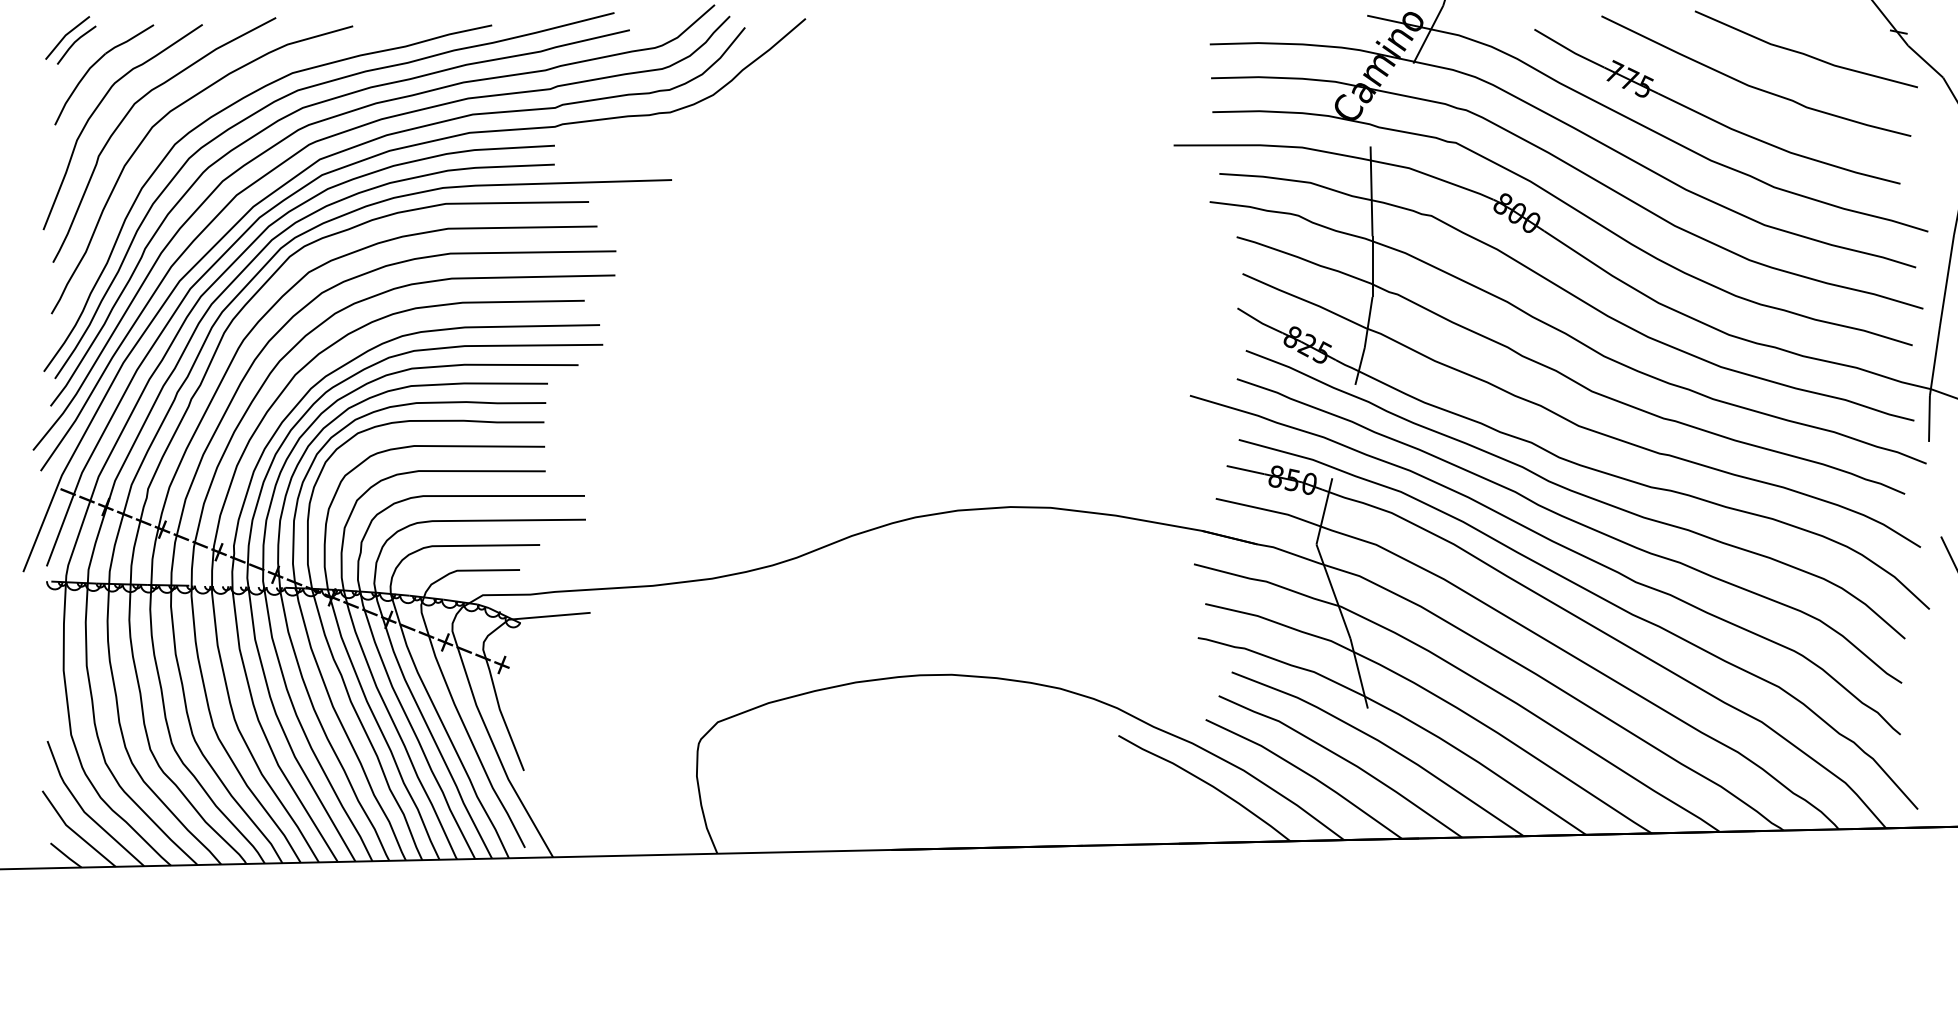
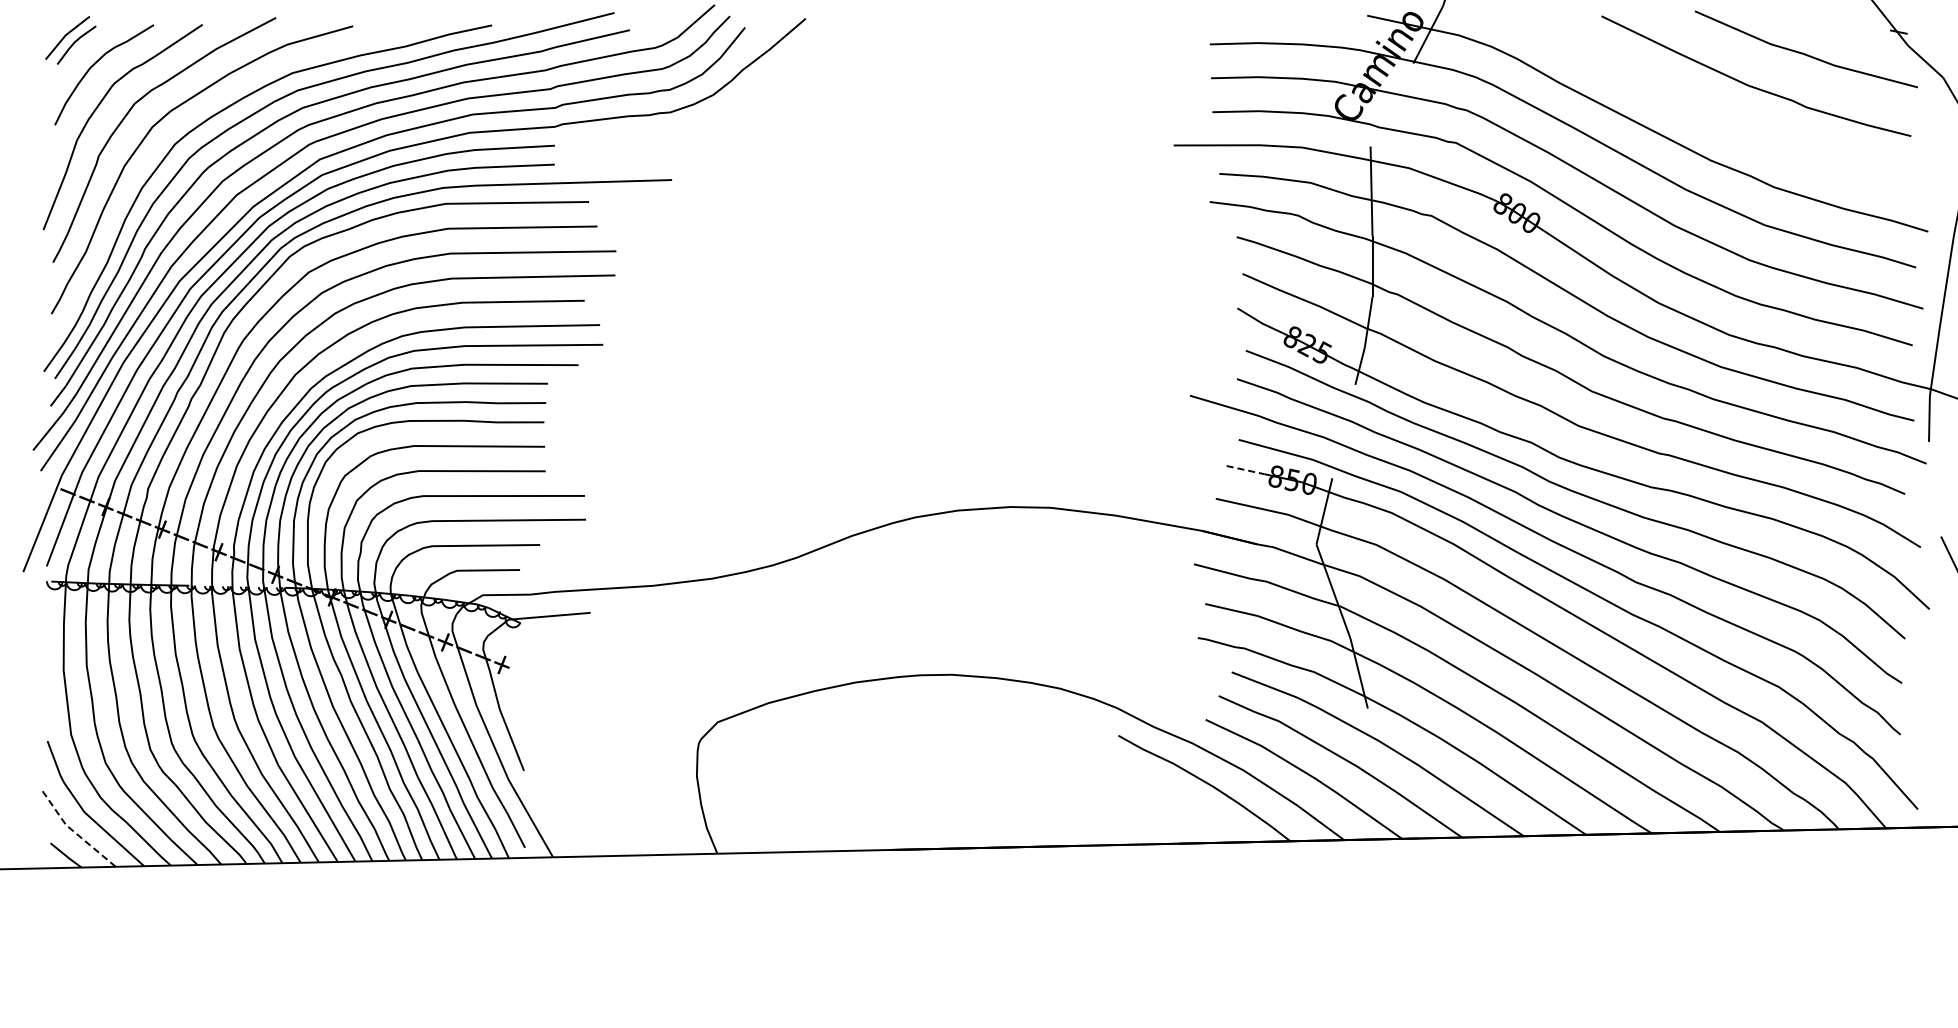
part at (1712, 118): present -> none
line at (1246, 470): solid -> dashed
line at (74, 832): solid -> dashed
